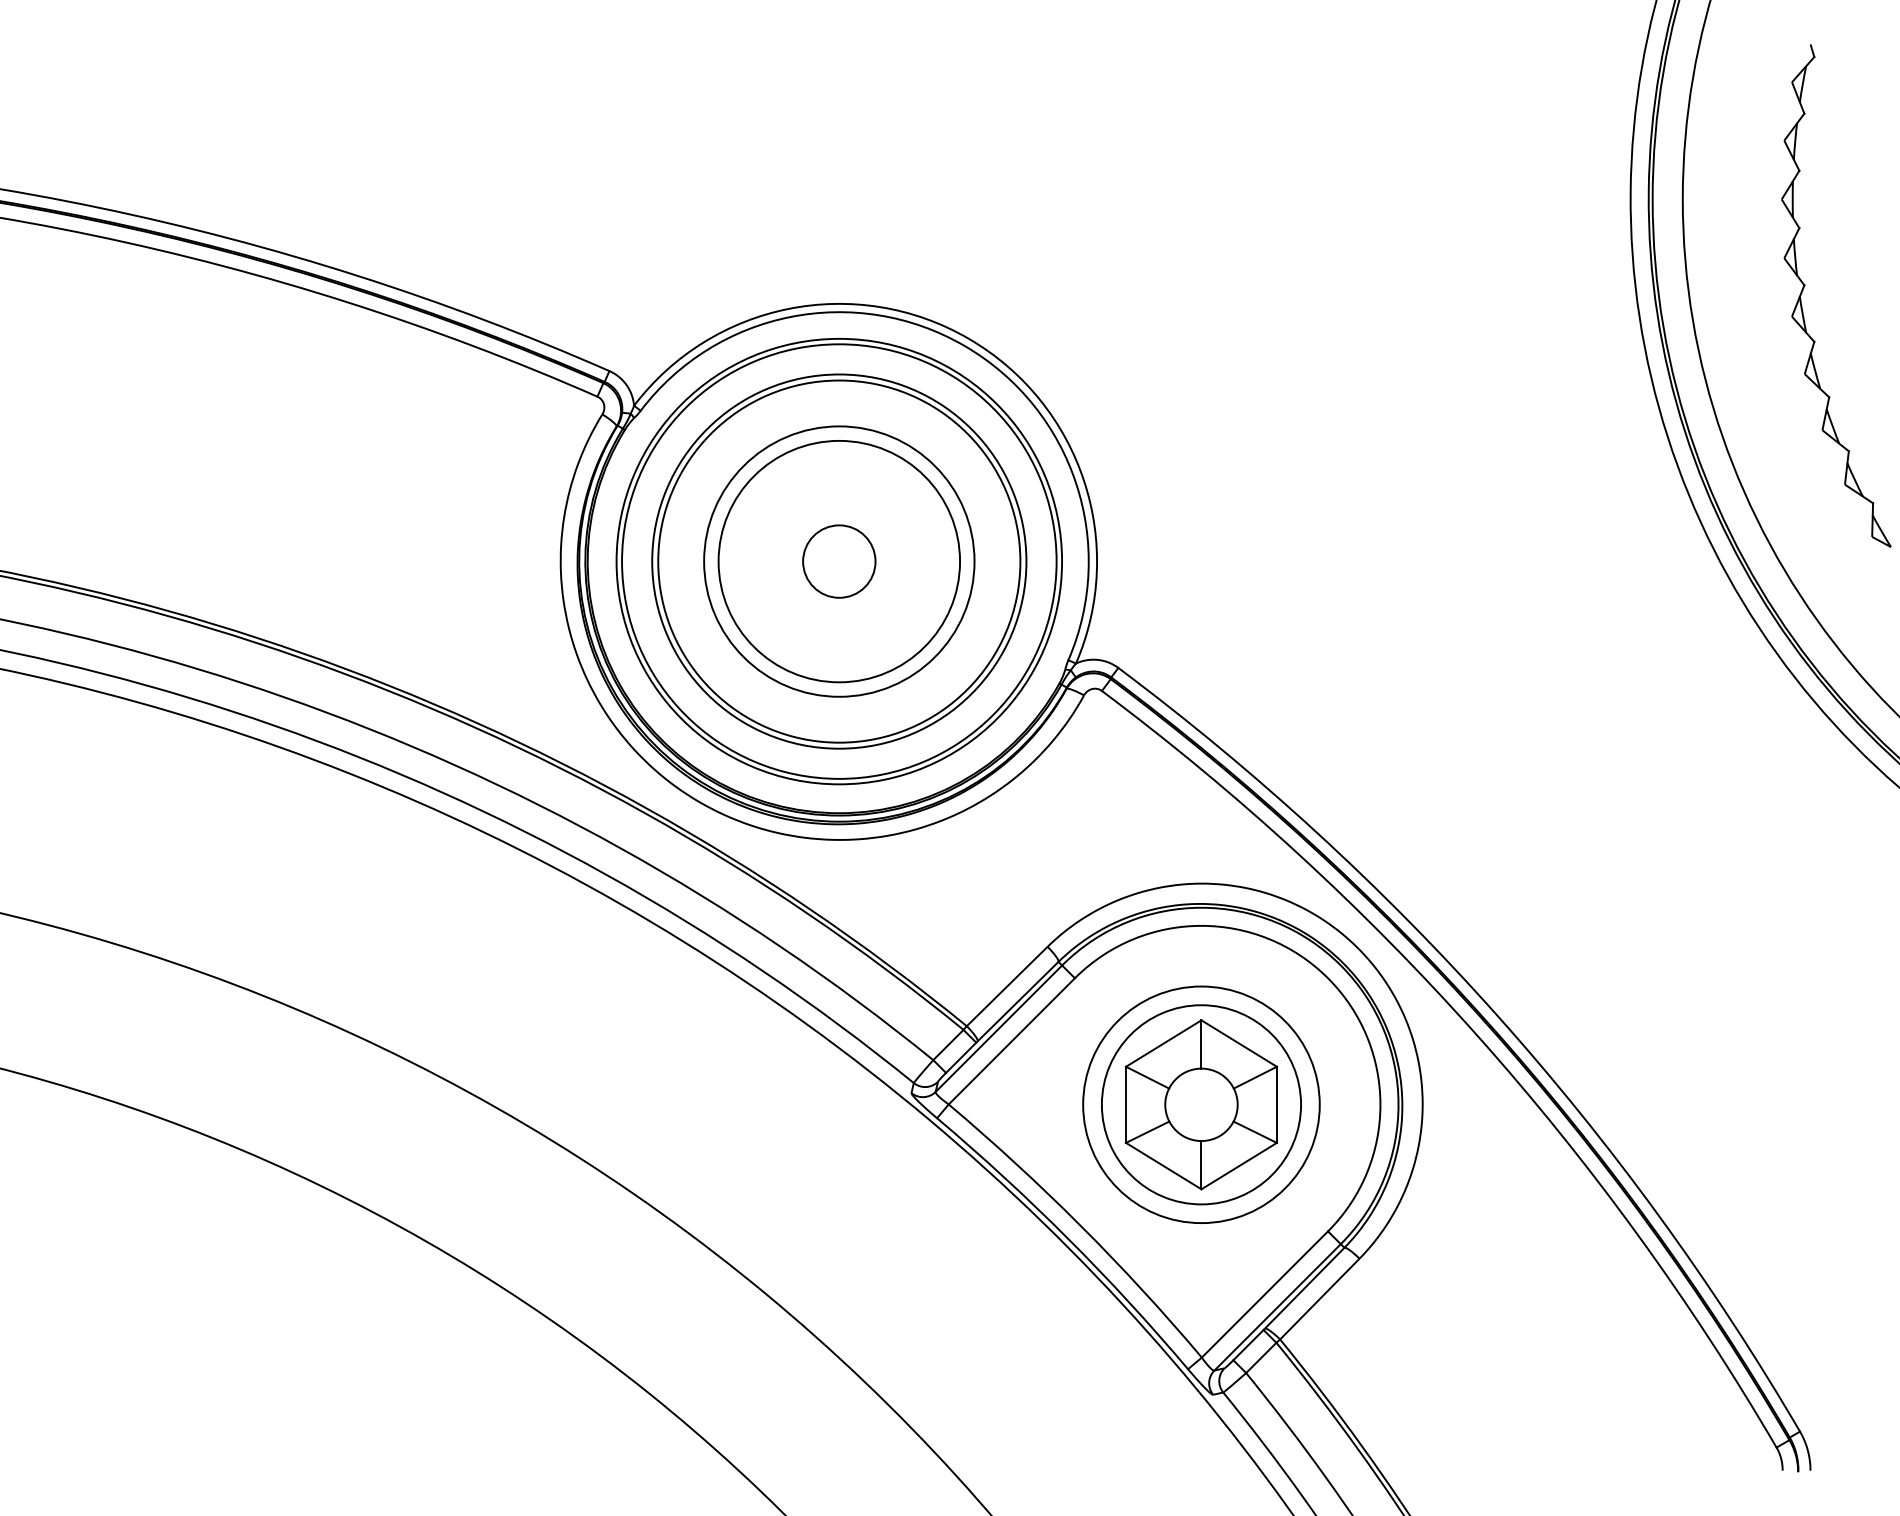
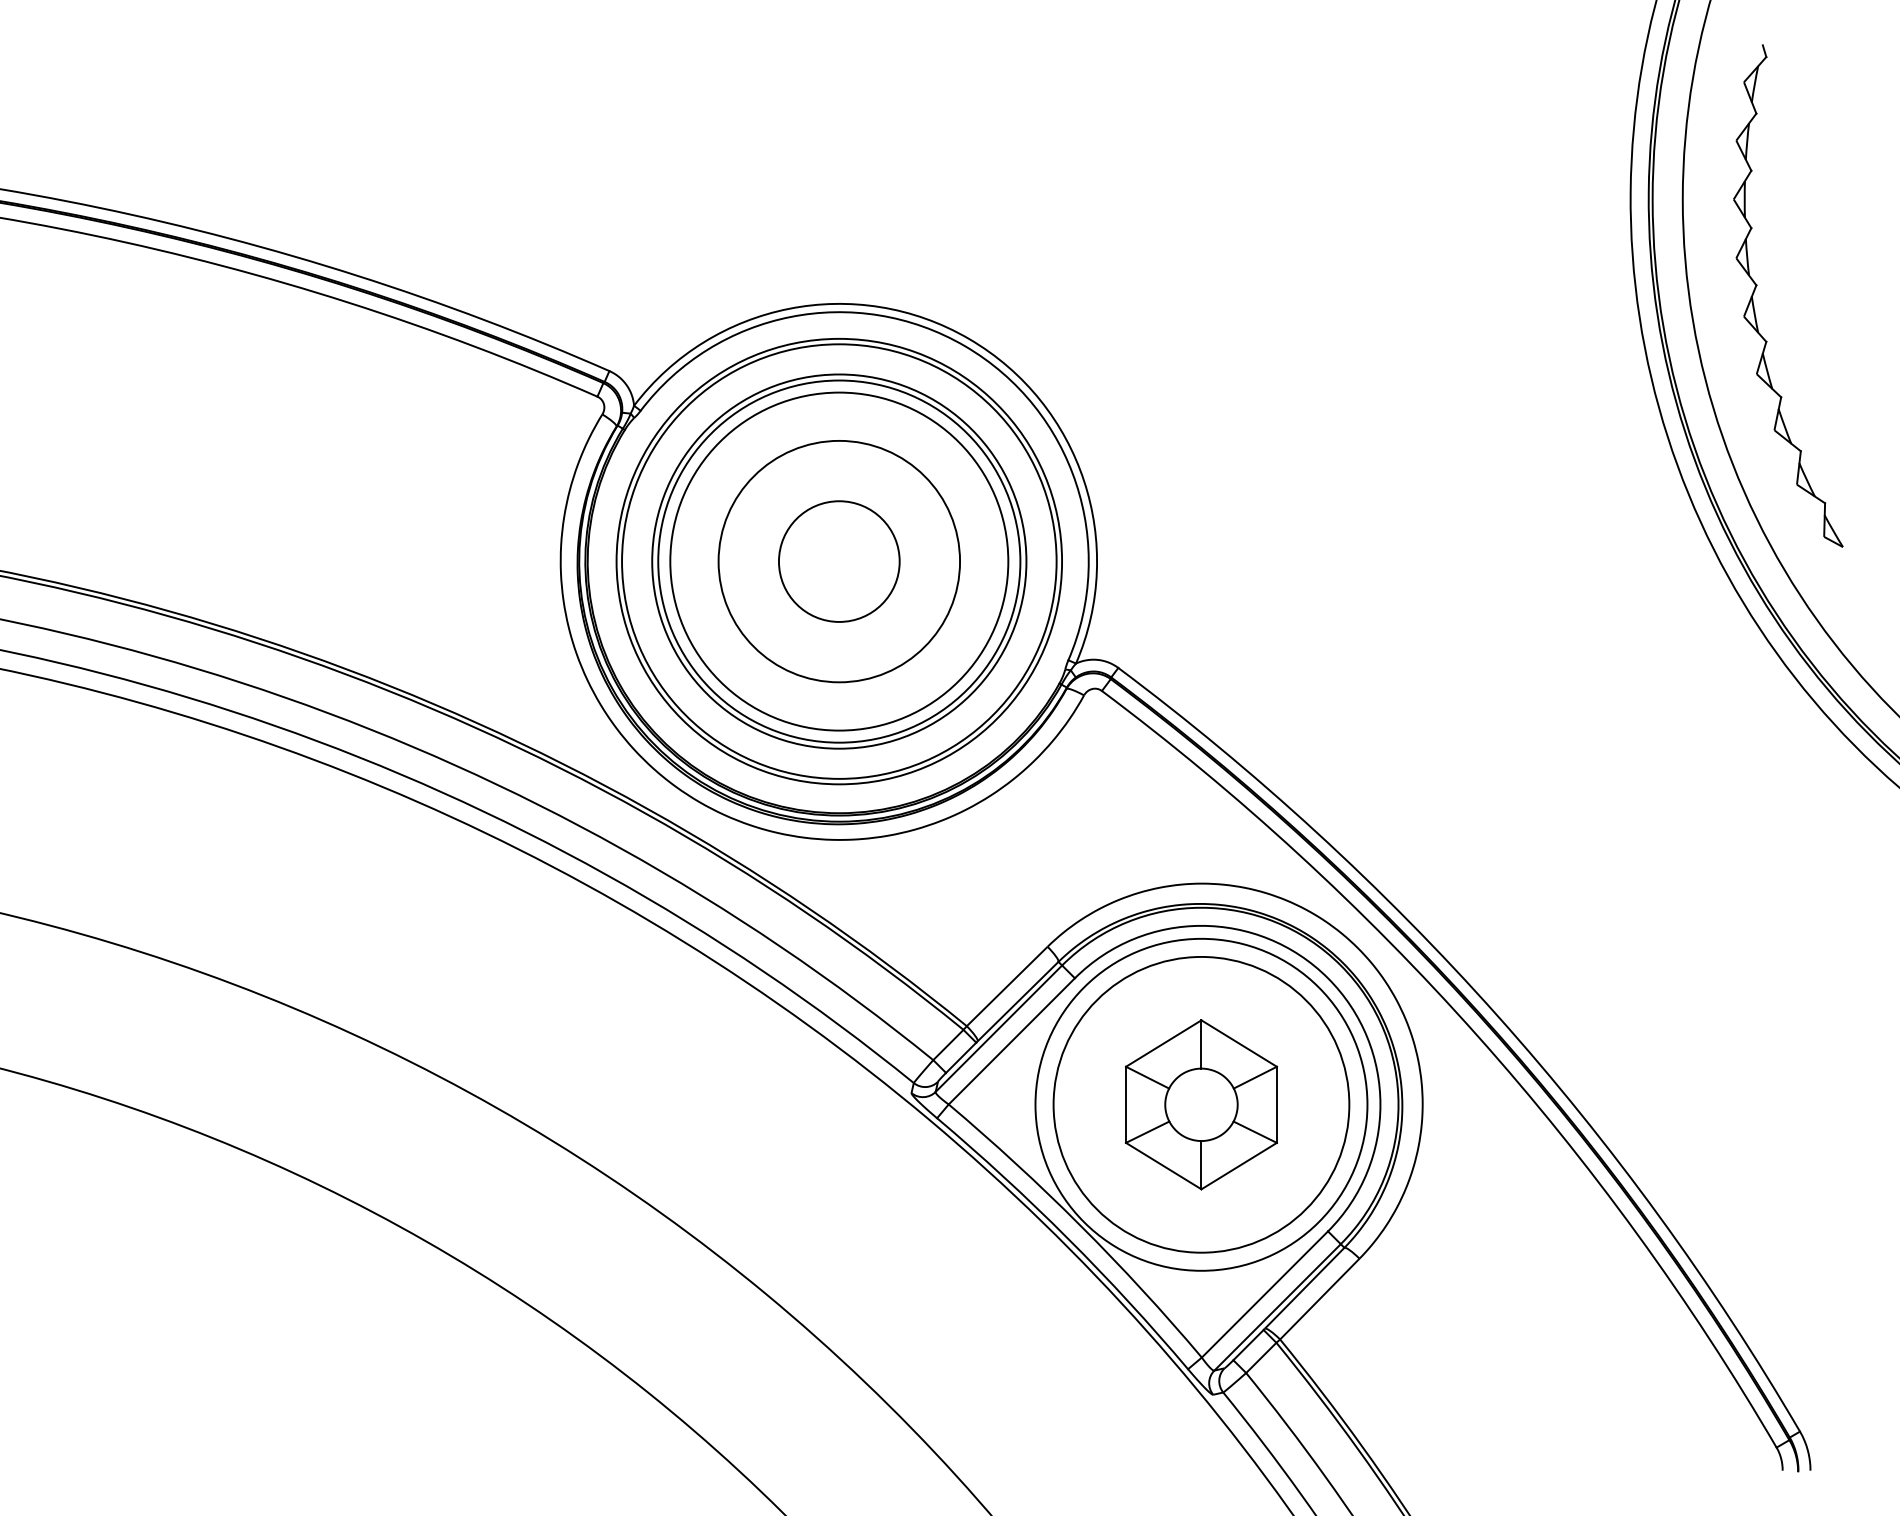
part at (1805, 285) position: (1805, 285) -> (1757, 285)
circle at (839, 561) diameter: 270 px -> 338 px
circle at (839, 561) diameter: 72 px -> 121 px
circle at (1201, 1104) diameter: 199 px -> 332 px
circle at (1201, 1104) diameter: 237 px -> 296 px
